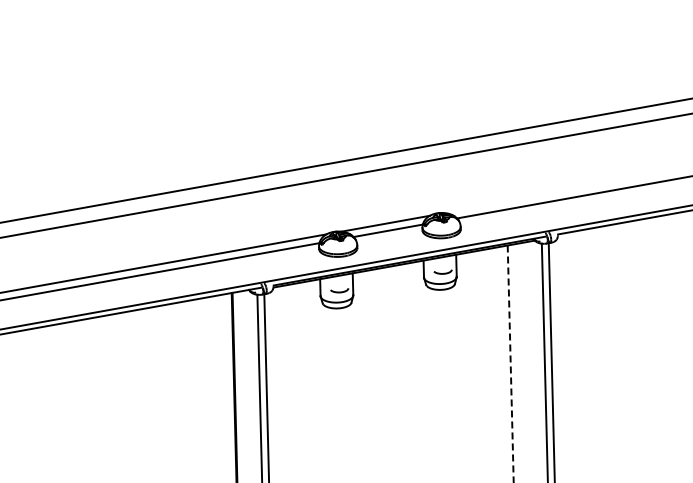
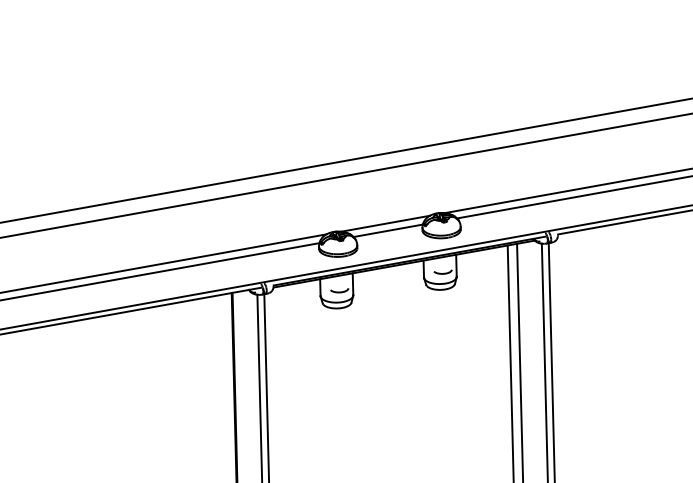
line at (566, 191): none -> present
line at (520, 361): none -> present
line at (510, 364): dashed -> solid
